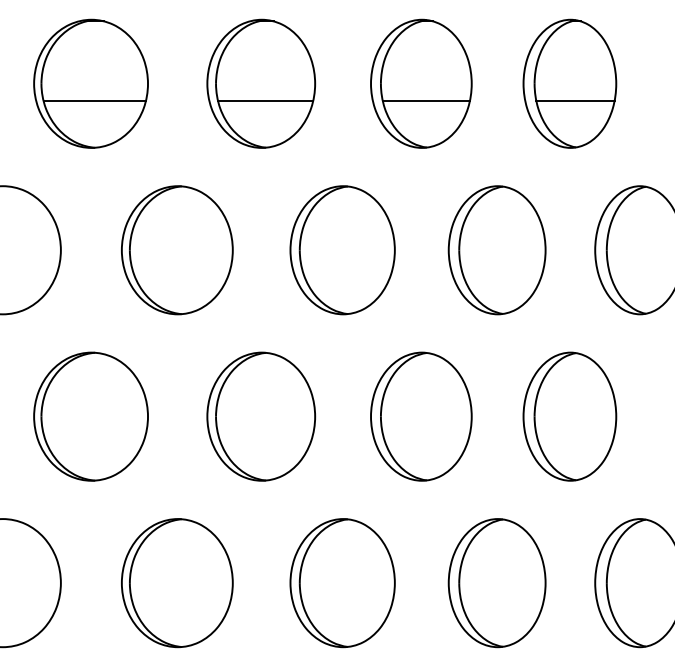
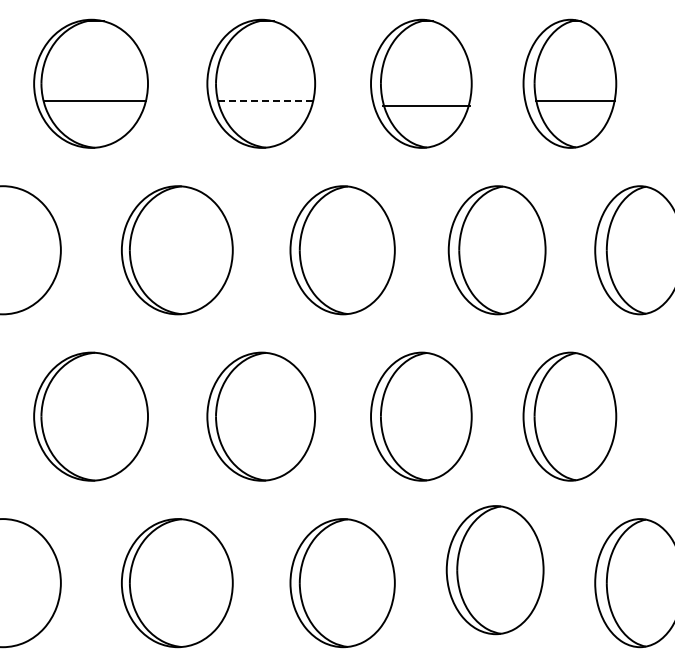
line at (266, 101): solid -> dashed
line at (425, 101) position: (425, 101) -> (425, 106)
part at (496, 583) position: (496, 583) -> (494, 570)
